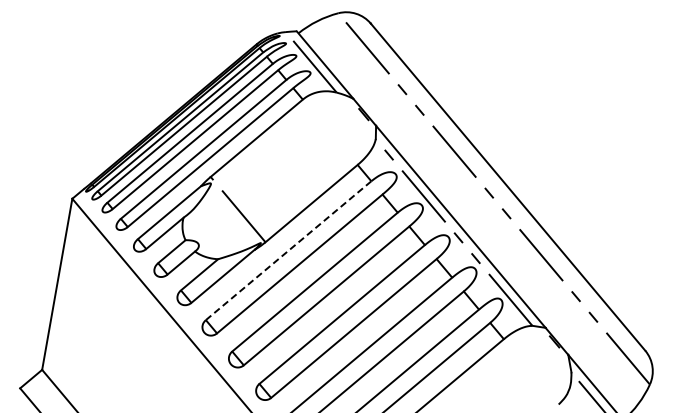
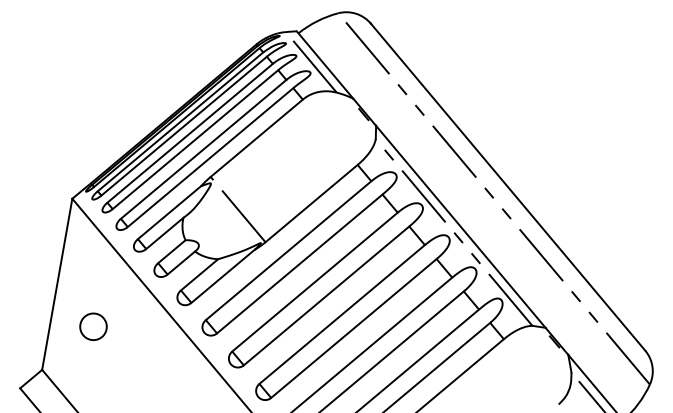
line at (289, 250): dashed -> solid
part at (93, 326): none -> present
